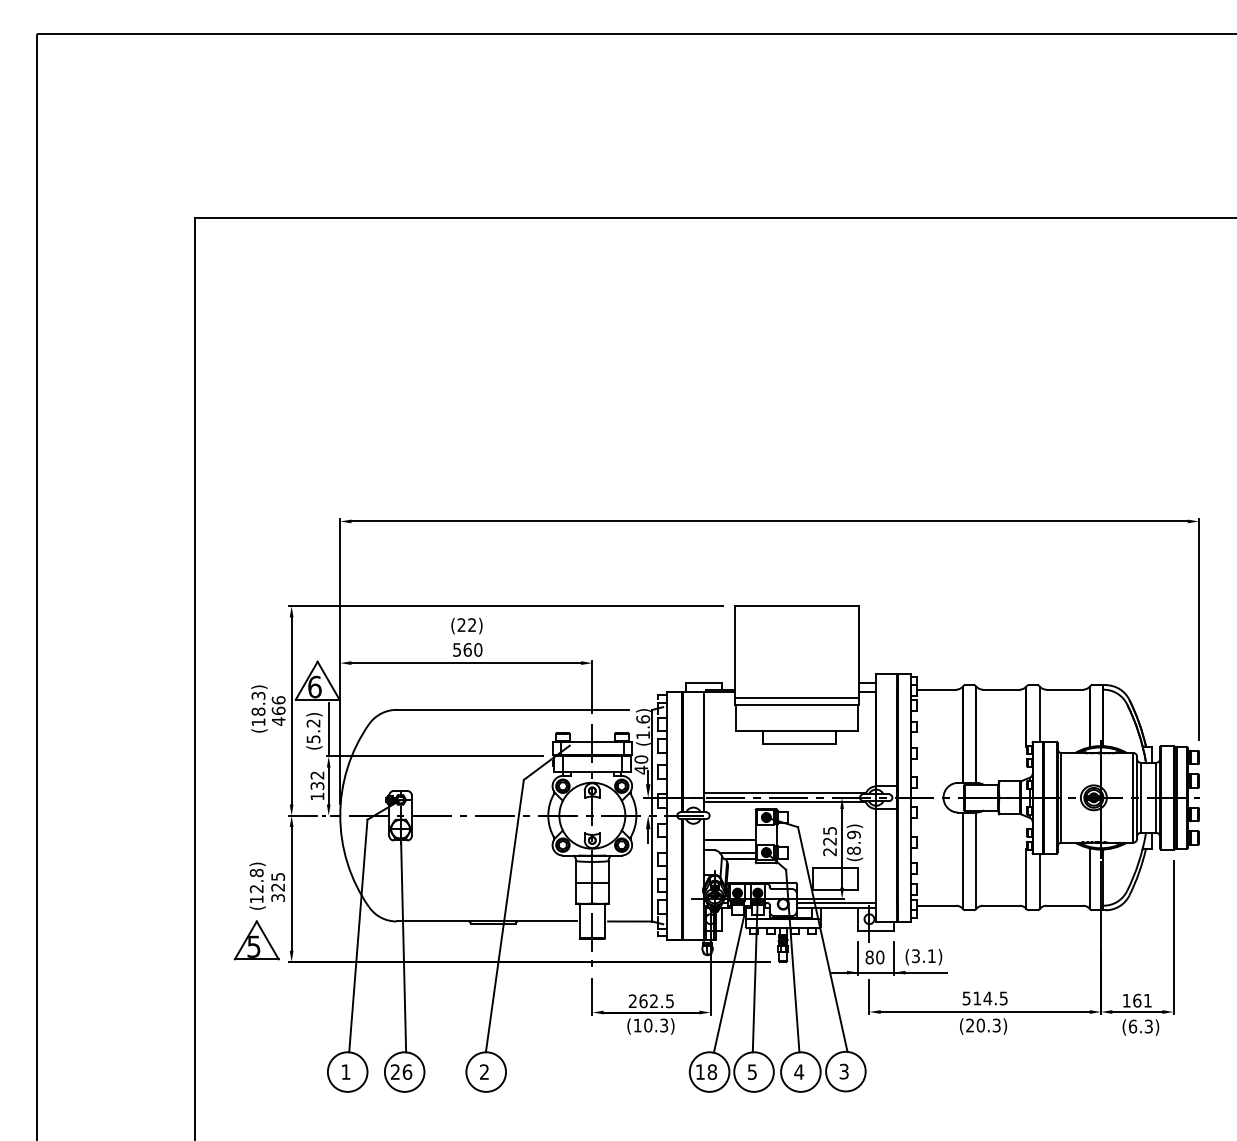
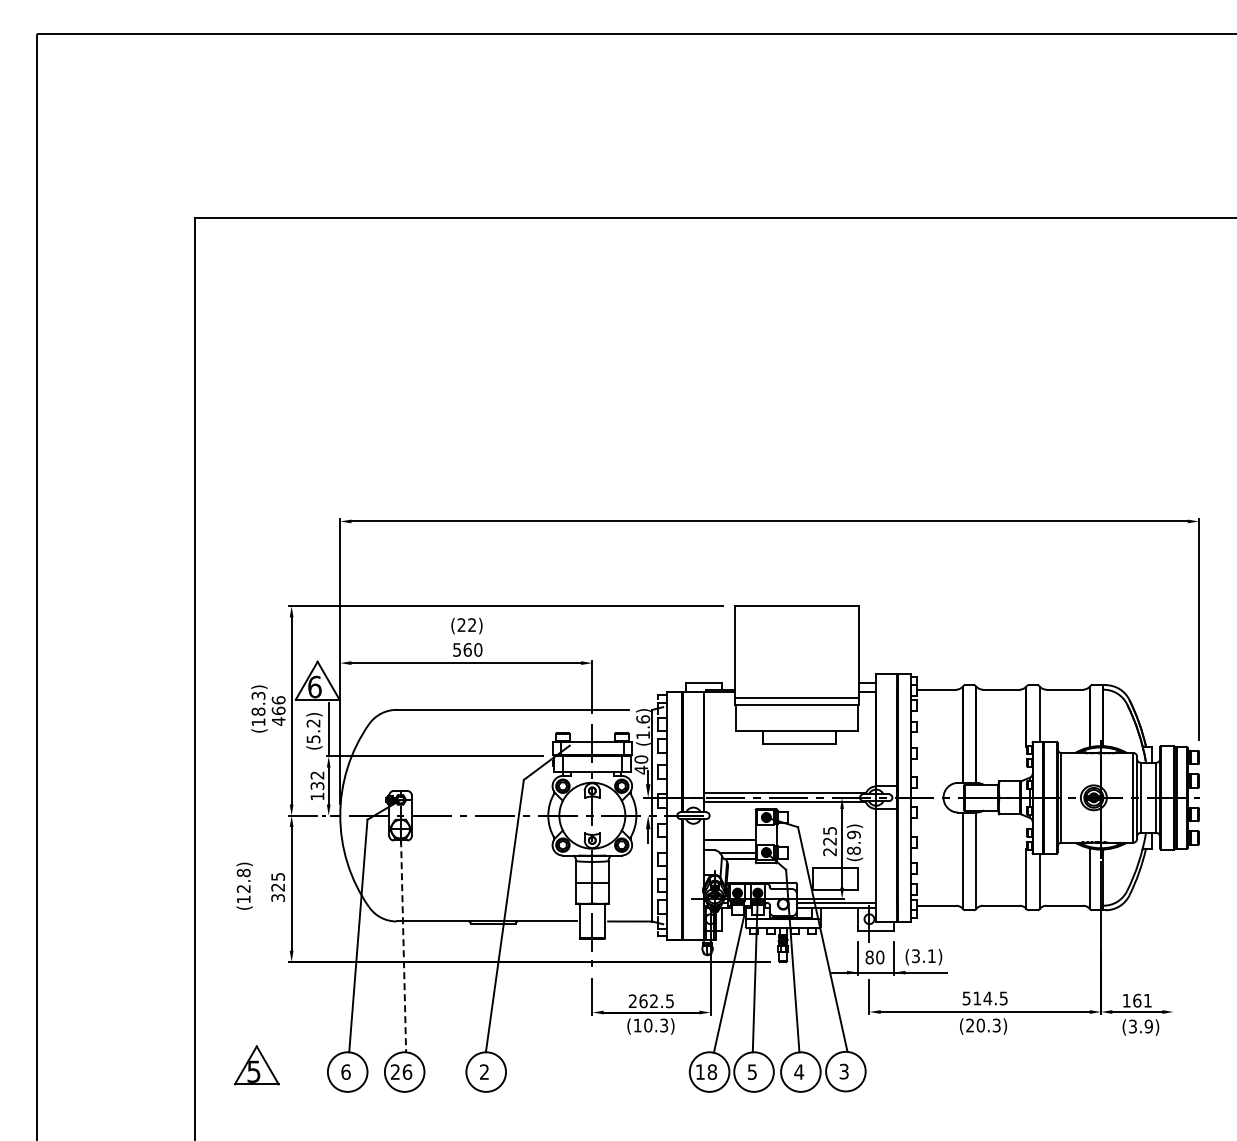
text at (257, 885) position: (257, 885) -> (244, 885)
line at (1173, 937): present -> none
part at (256, 940) position: (256, 940) -> (256, 1065)
line at (403, 940): solid -> dashed
text at (1140, 1026): (6.3) -> (3.9)
text at (345, 1071): 1 -> 6
